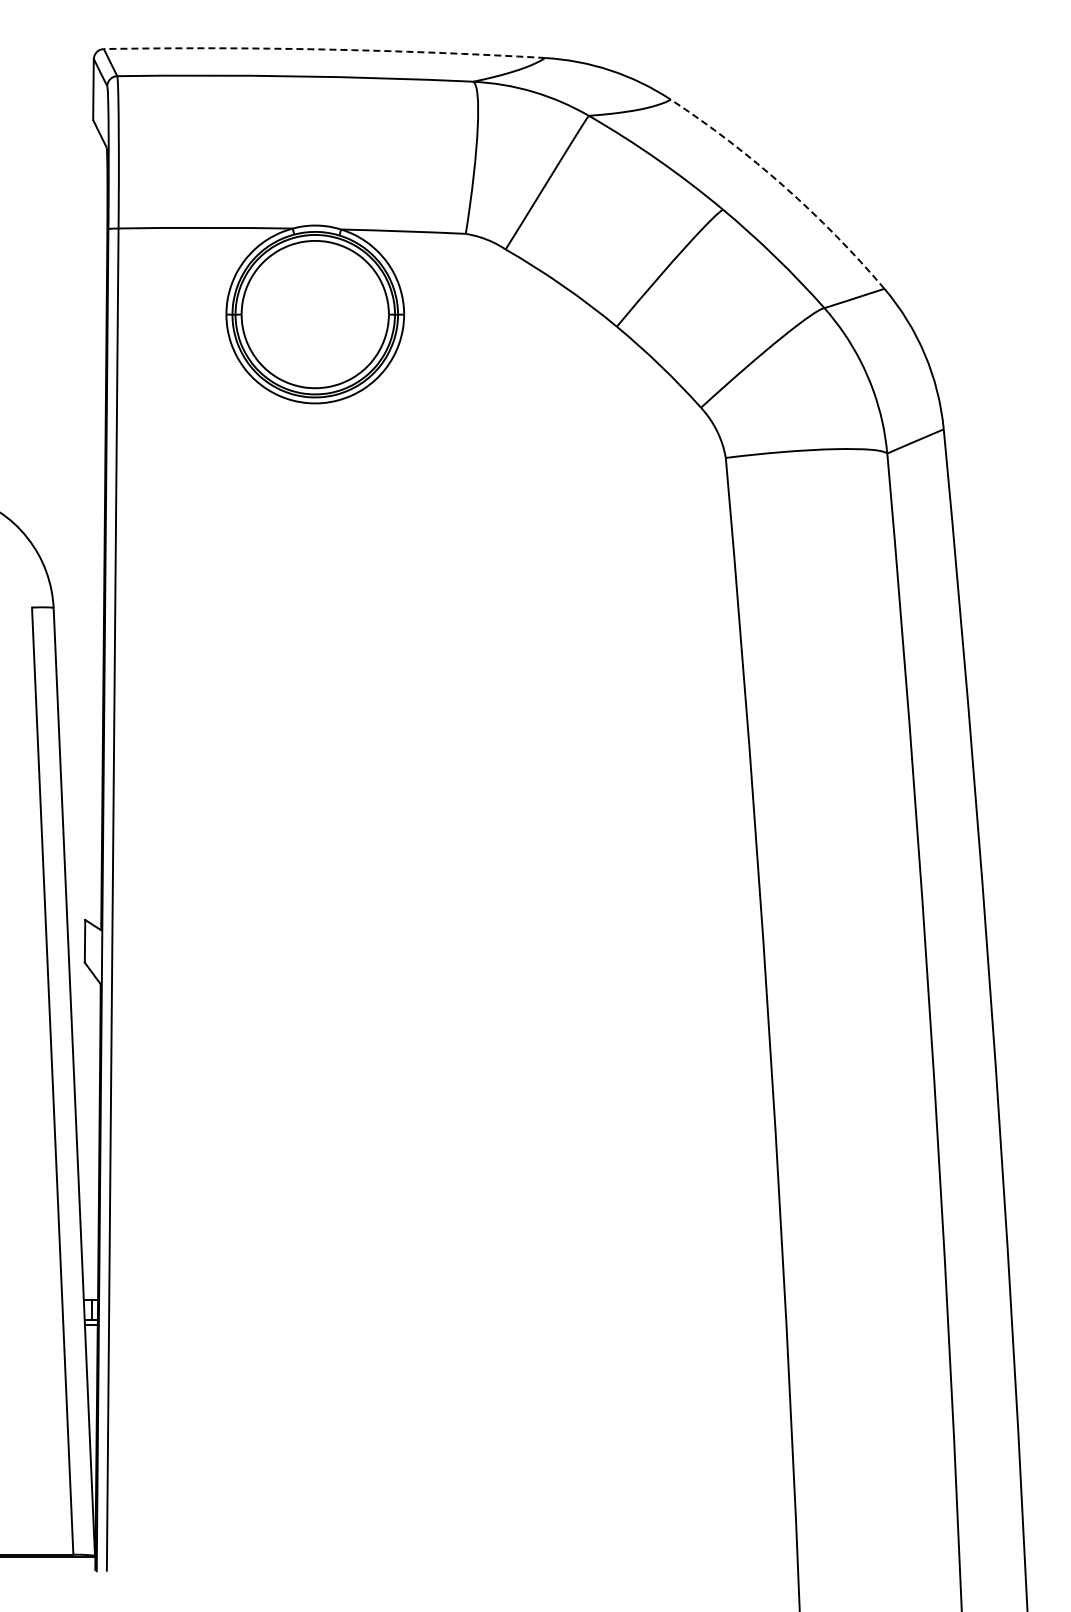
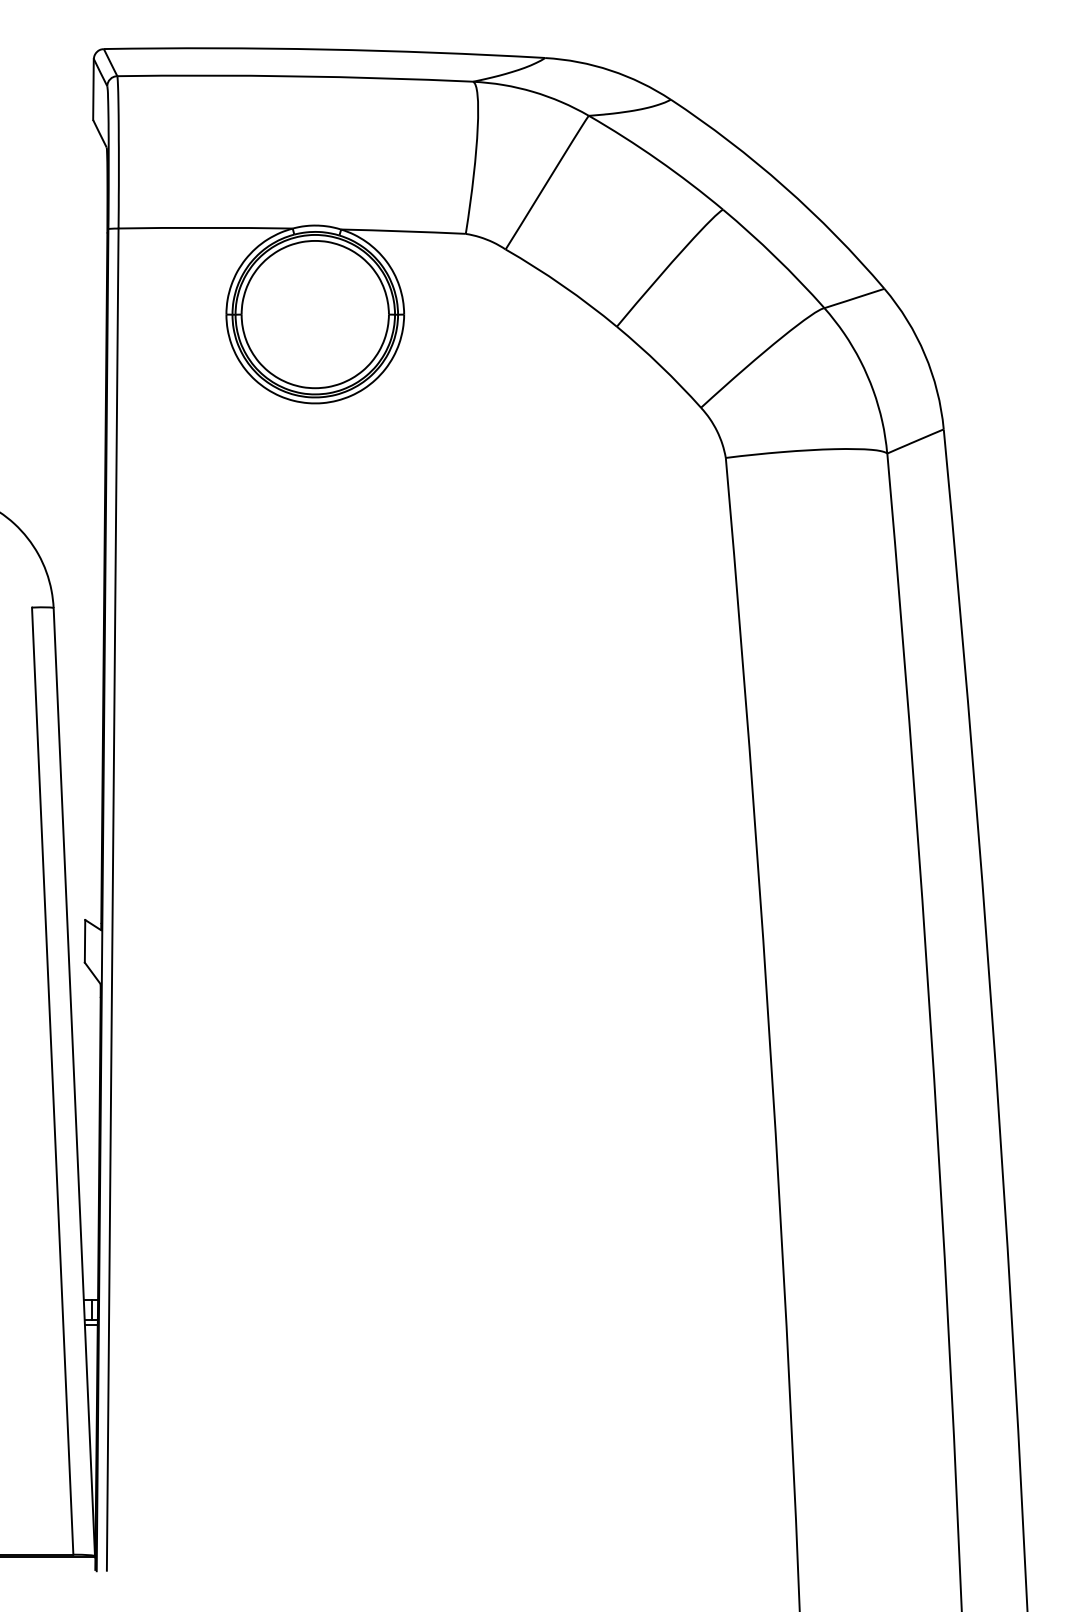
arc at (324, 49): dashed -> solid
arc at (784, 186): dashed -> solid
